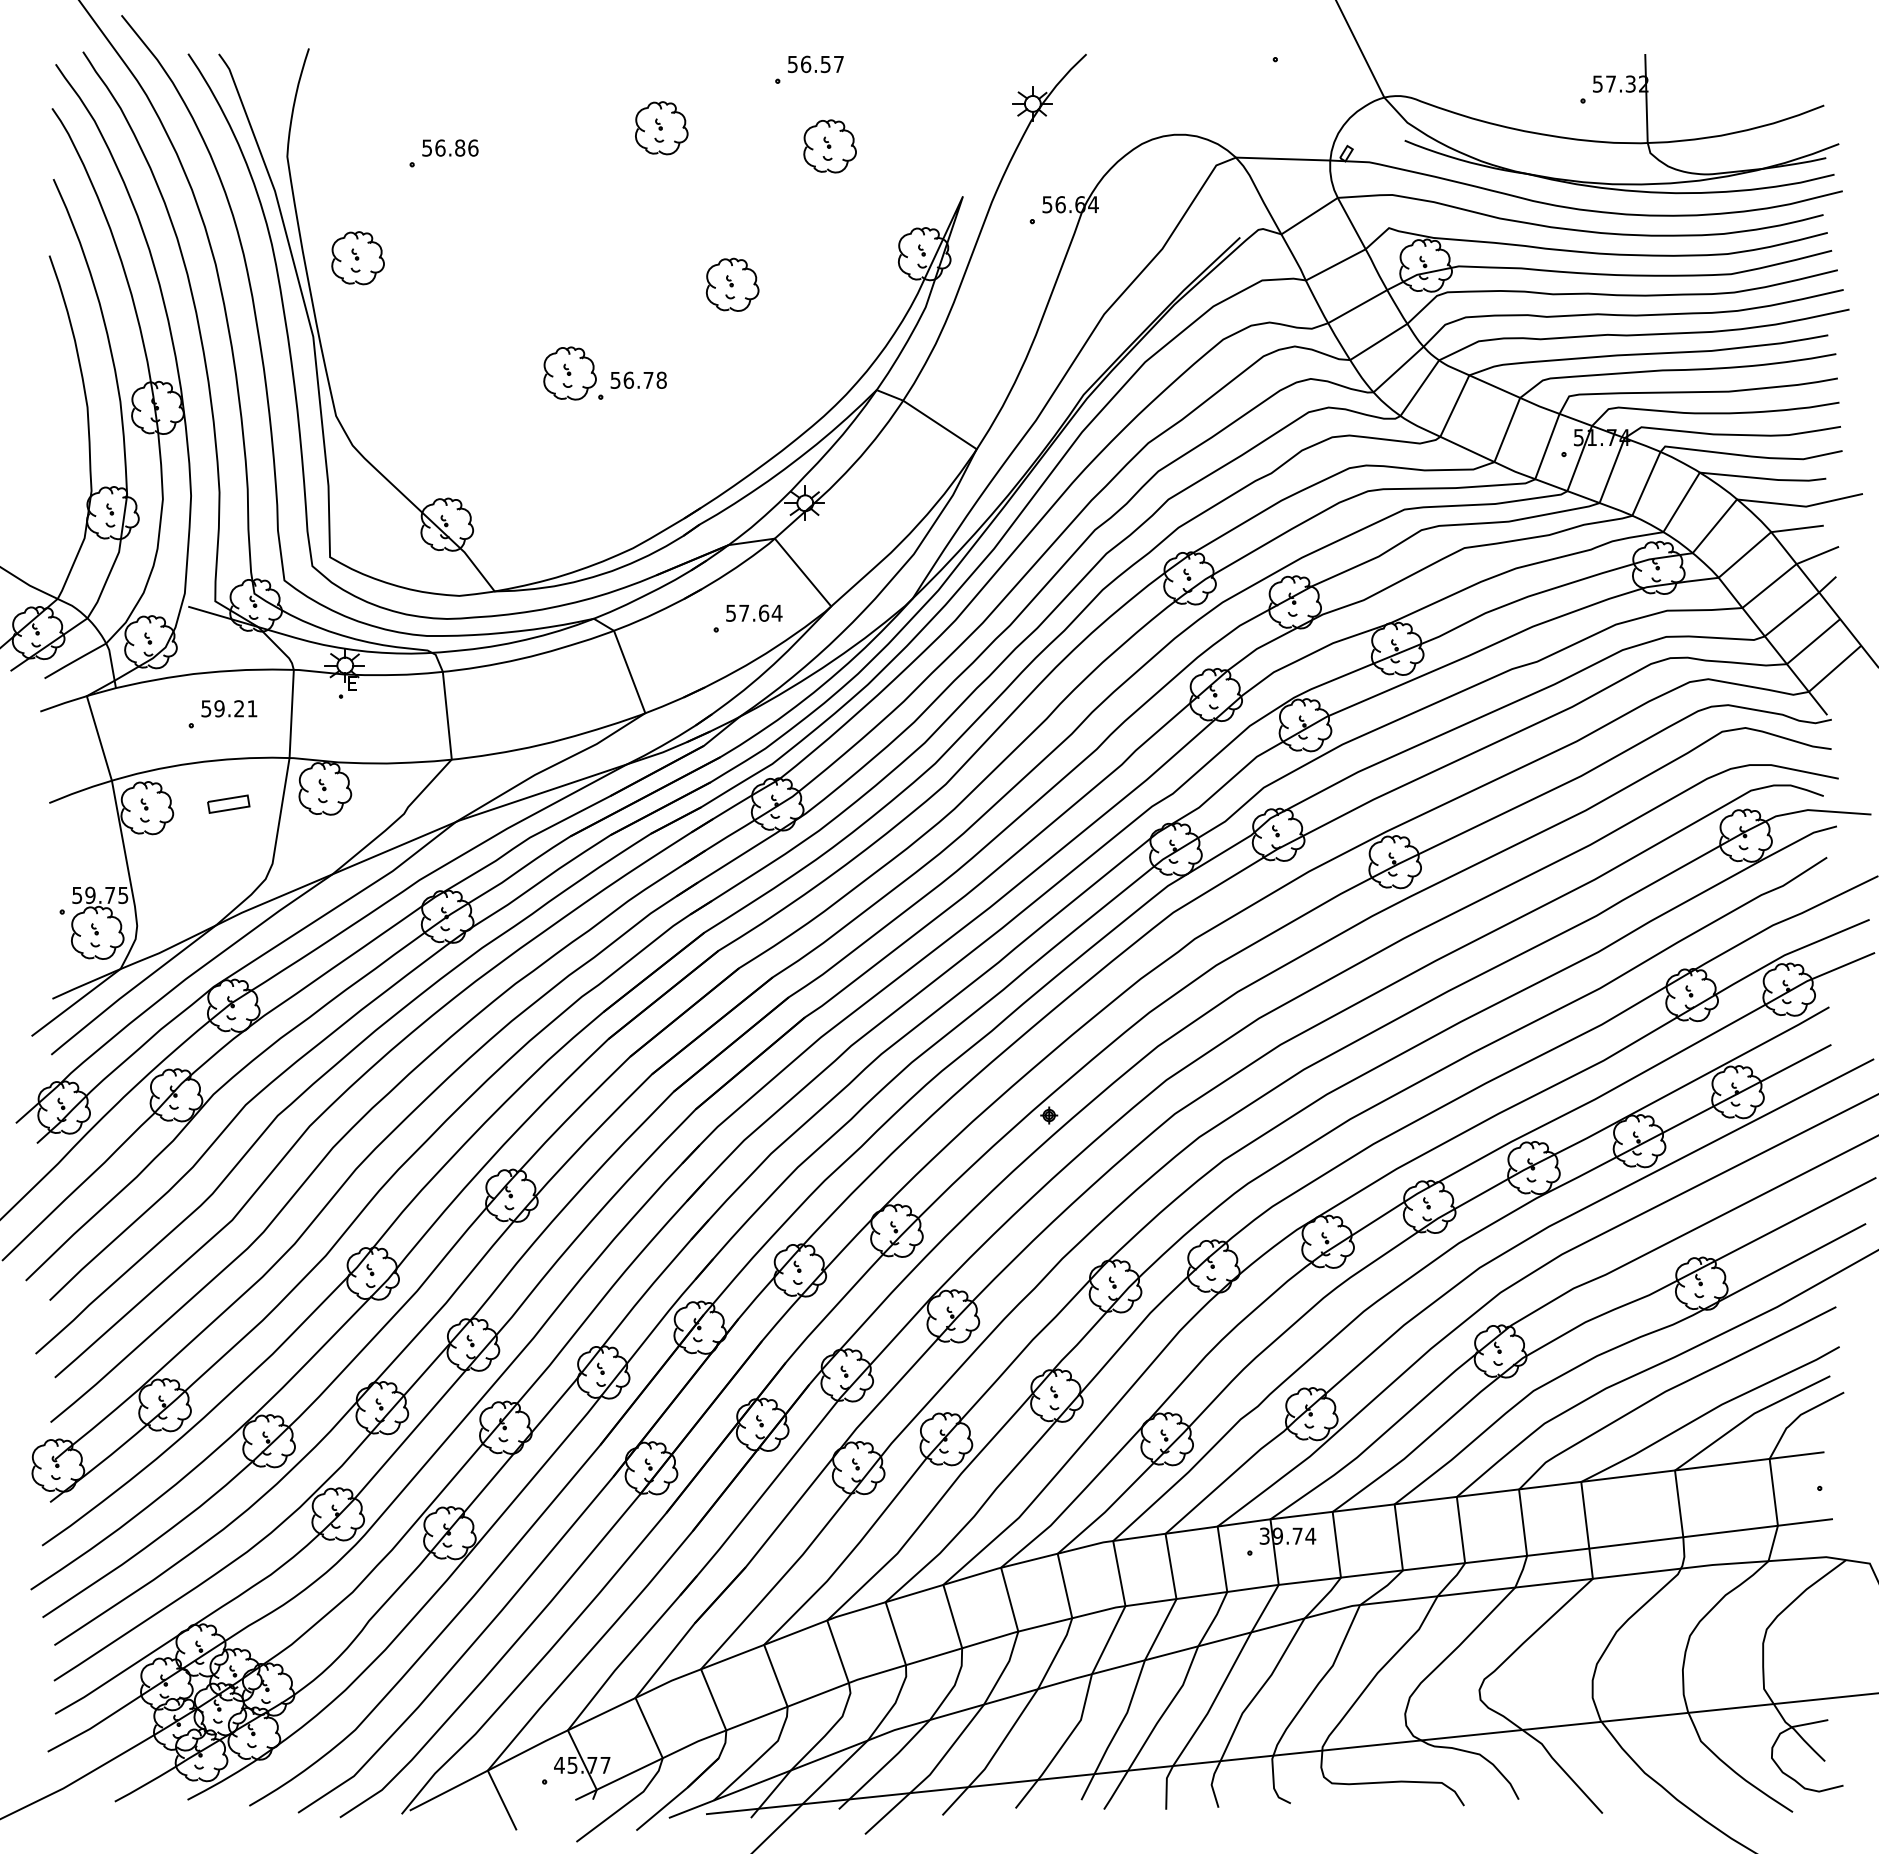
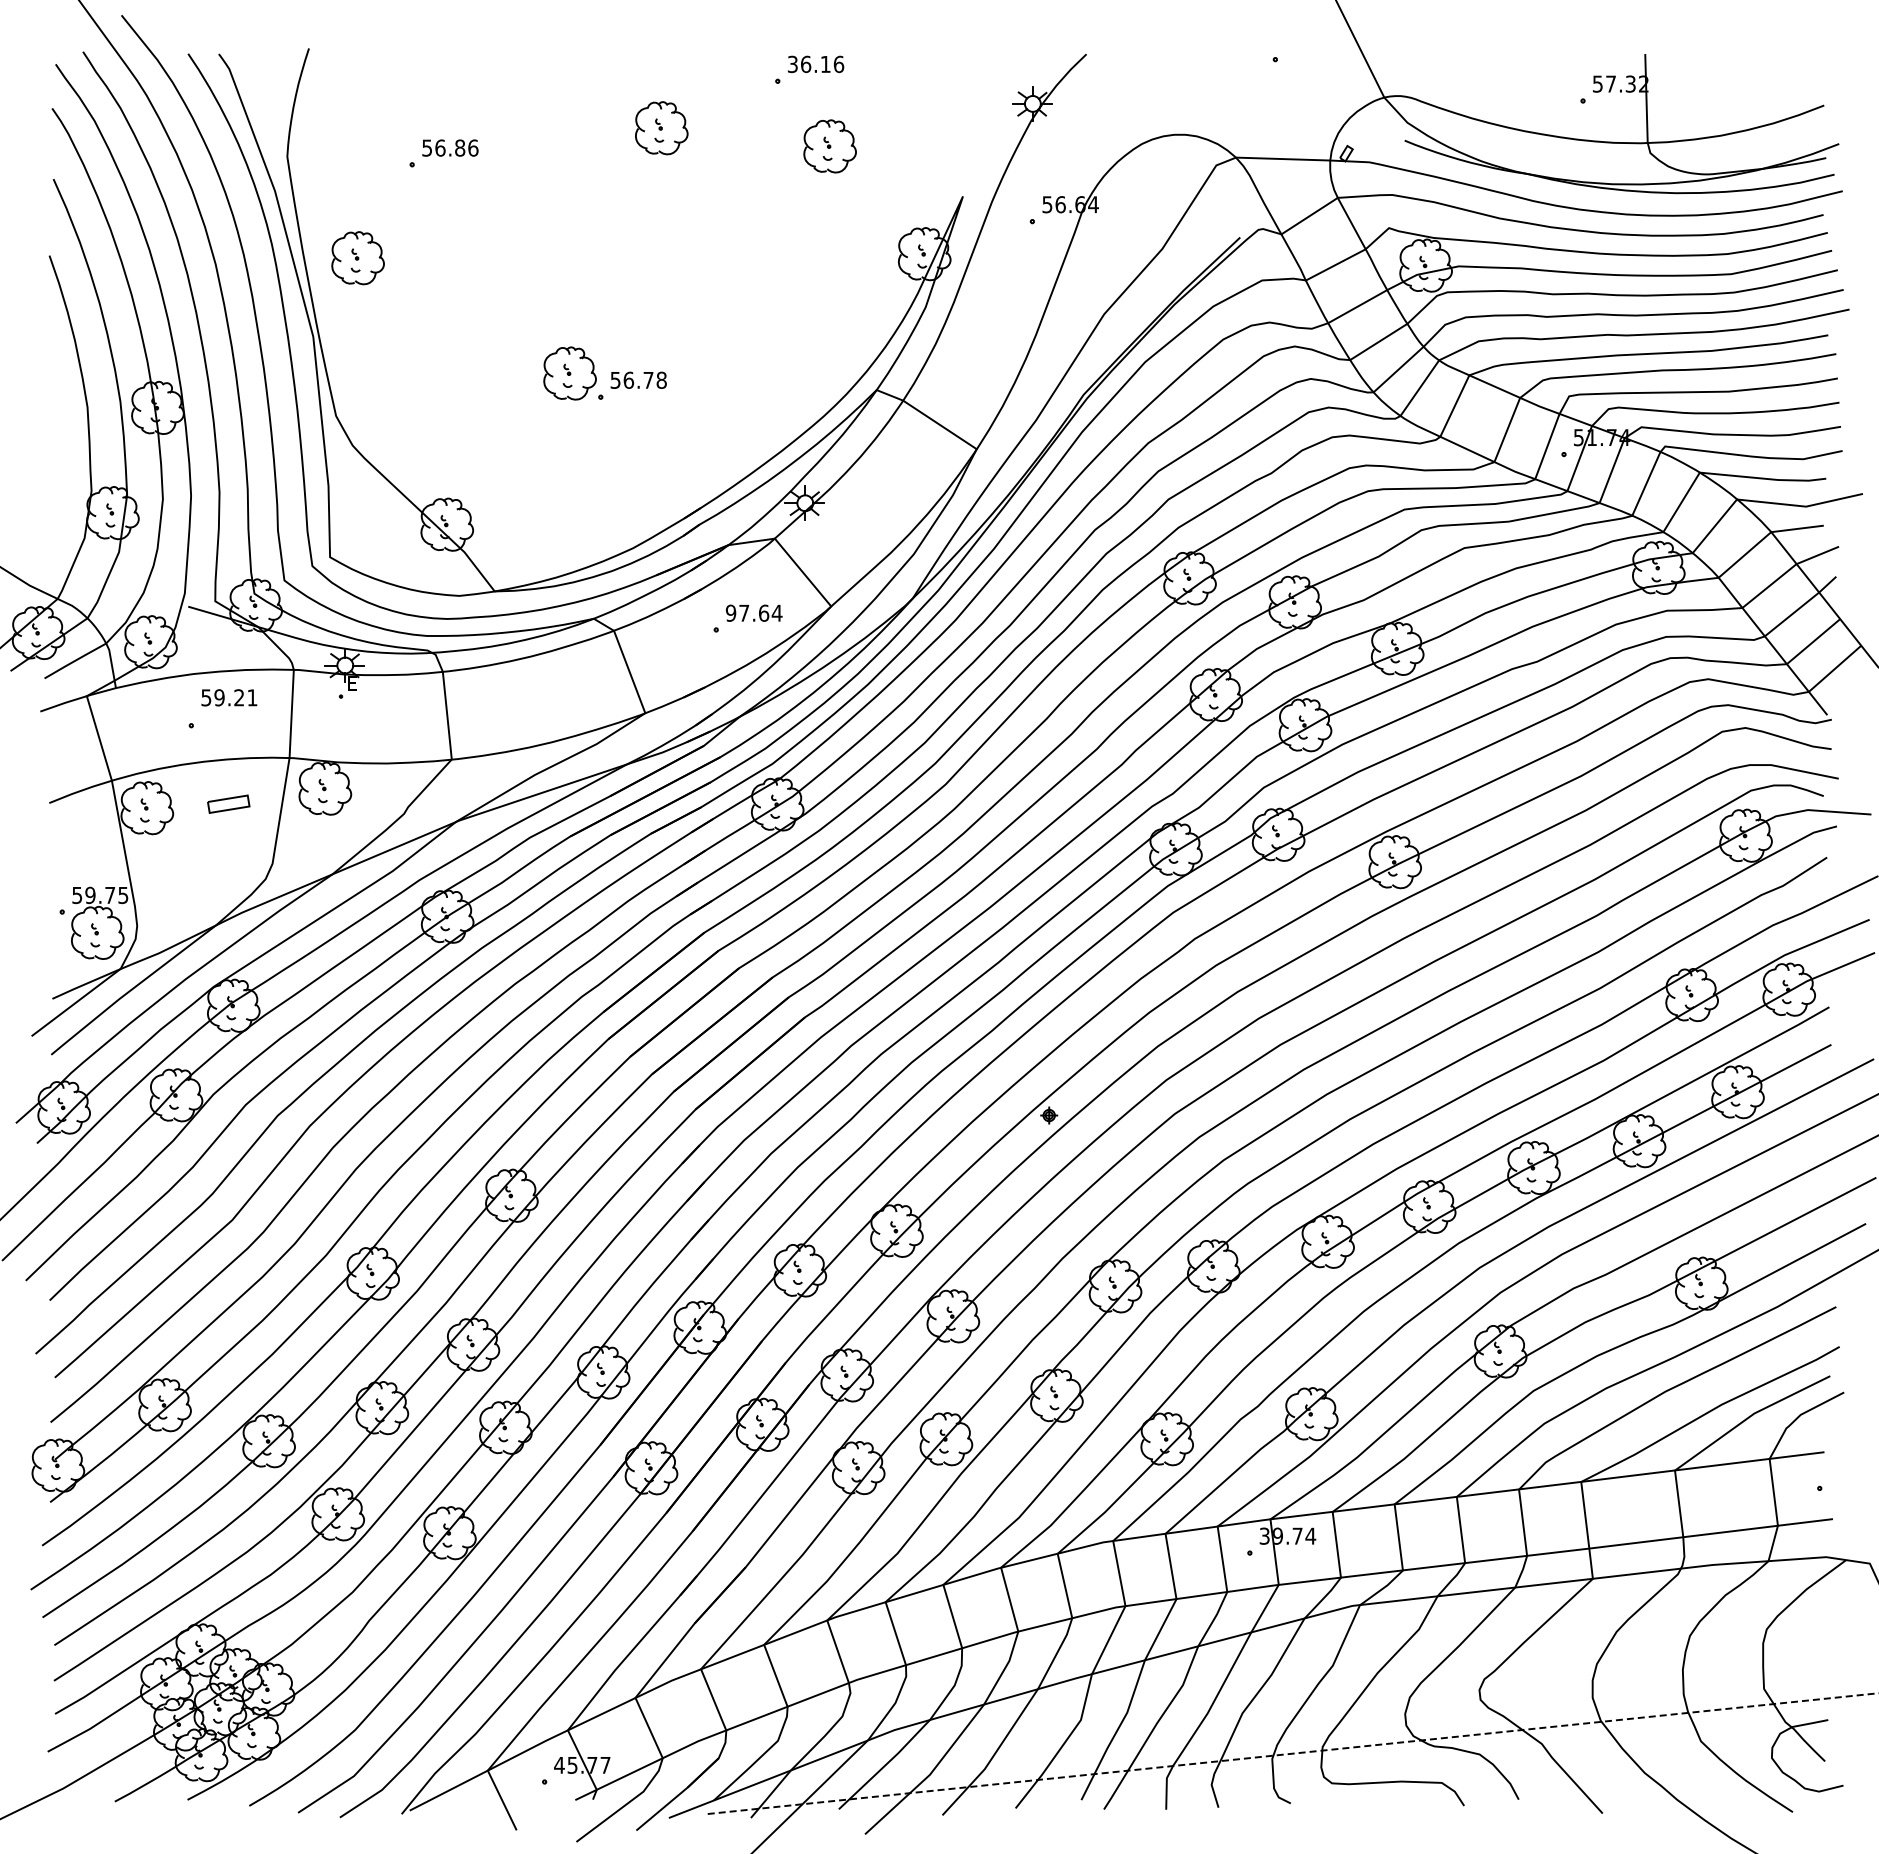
text at (816, 64): 56.57 -> 36.16
part at (732, 284): present -> none
text at (730, 612): 57.64 -> 97.64
text at (229, 708) position: (229, 708) -> (229, 697)
line at (1291, 1753): solid -> dashed
